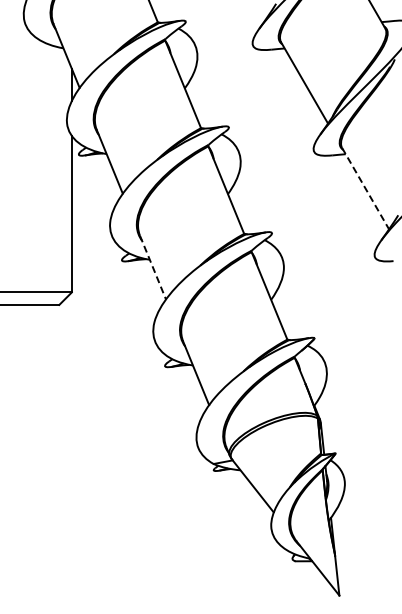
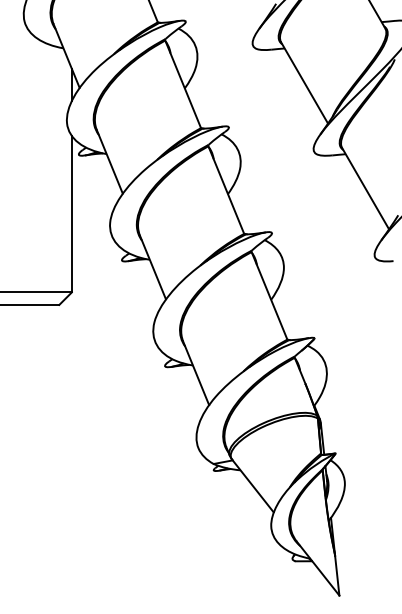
line at (365, 188): dashed -> solid
line at (153, 268): dashed -> solid
